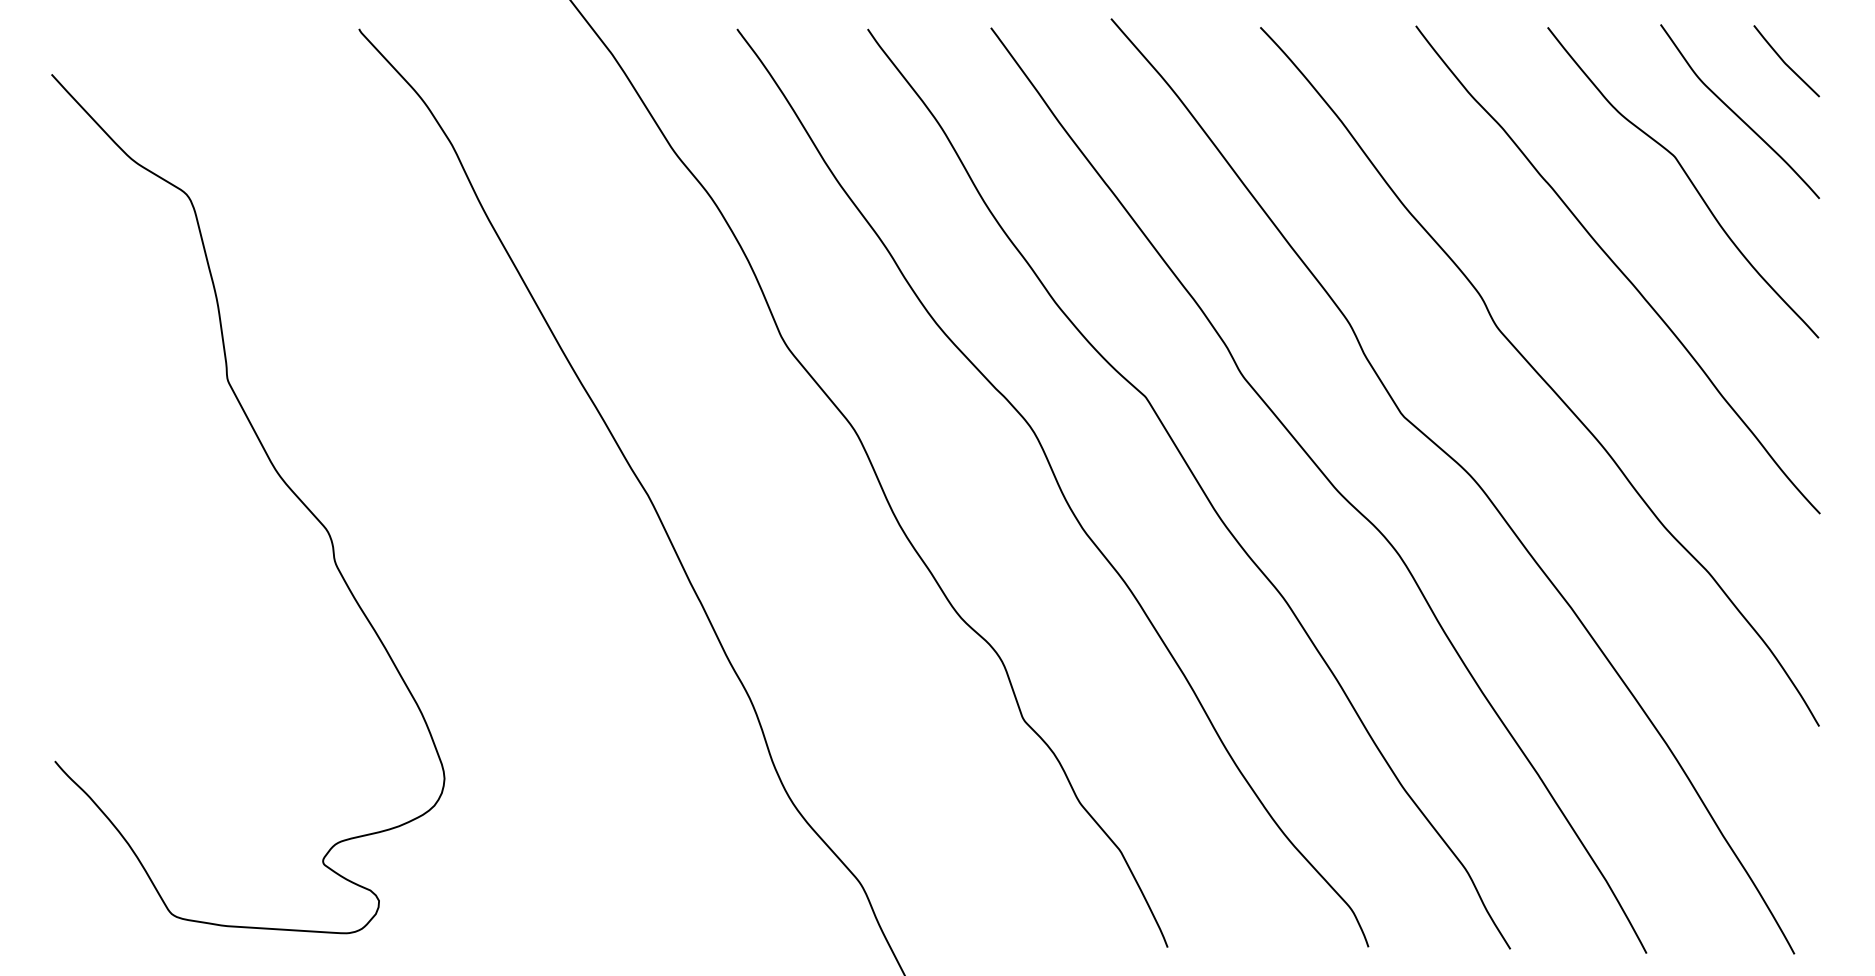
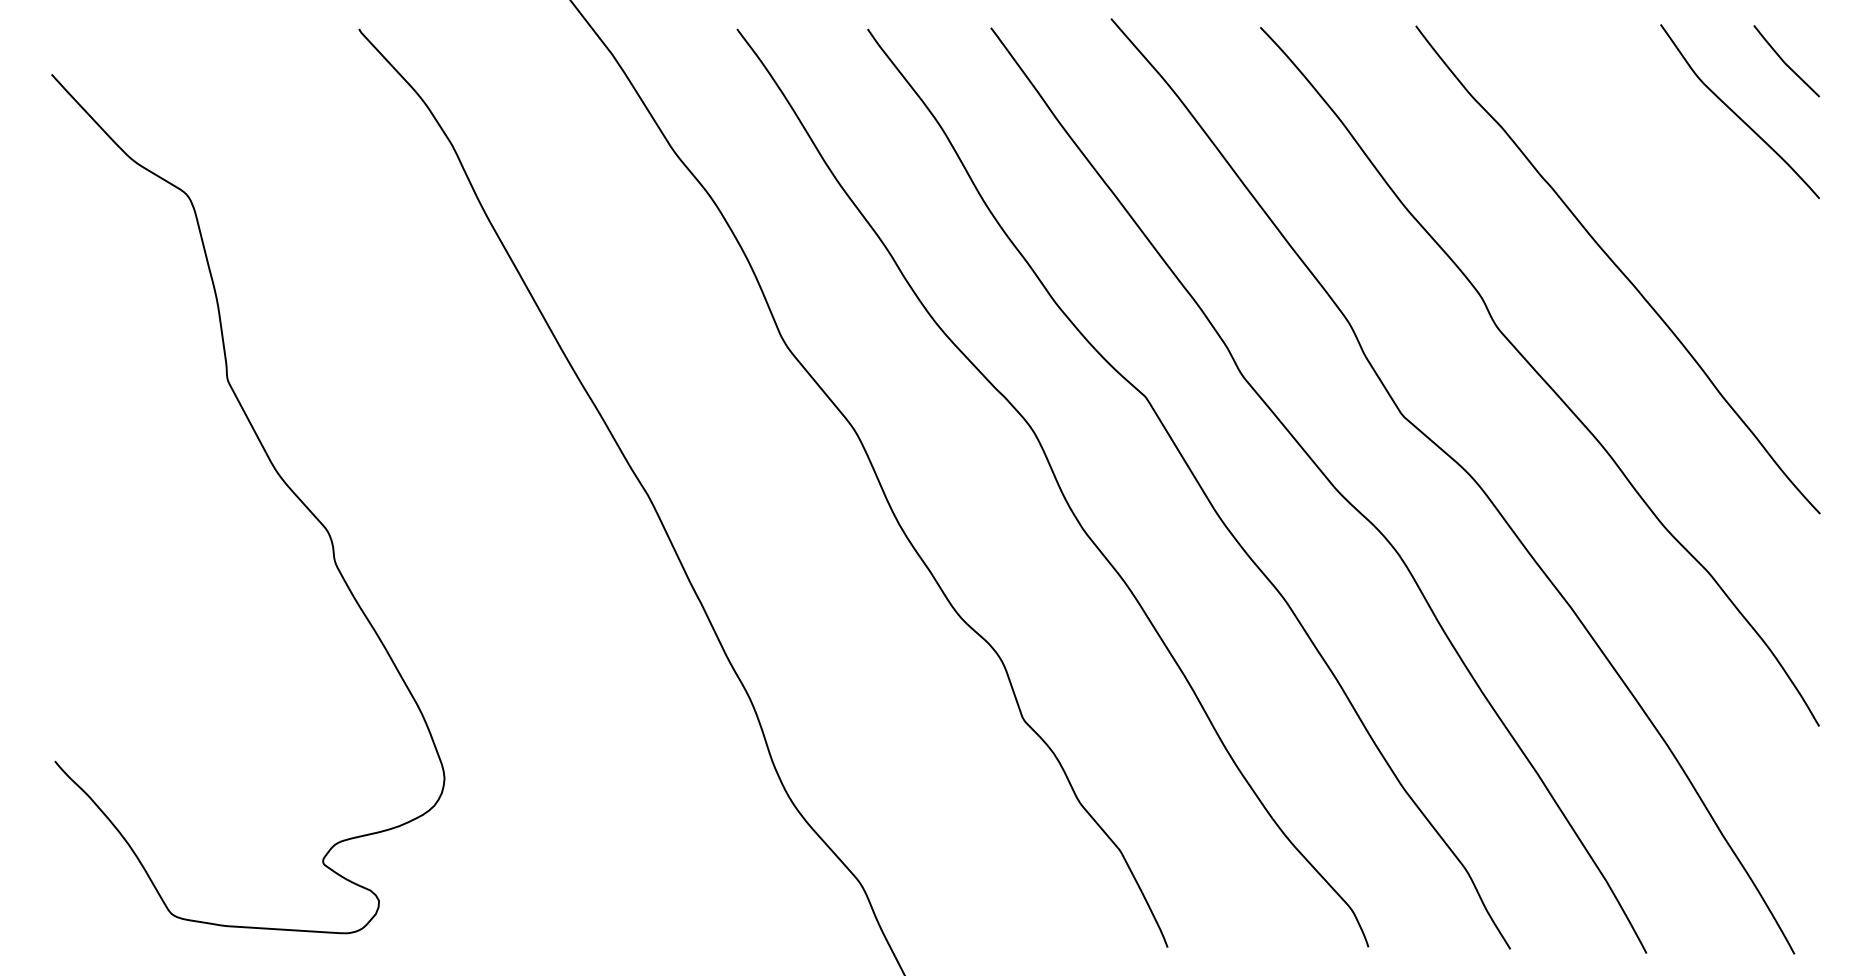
curve at (1688, 179): present -> none
